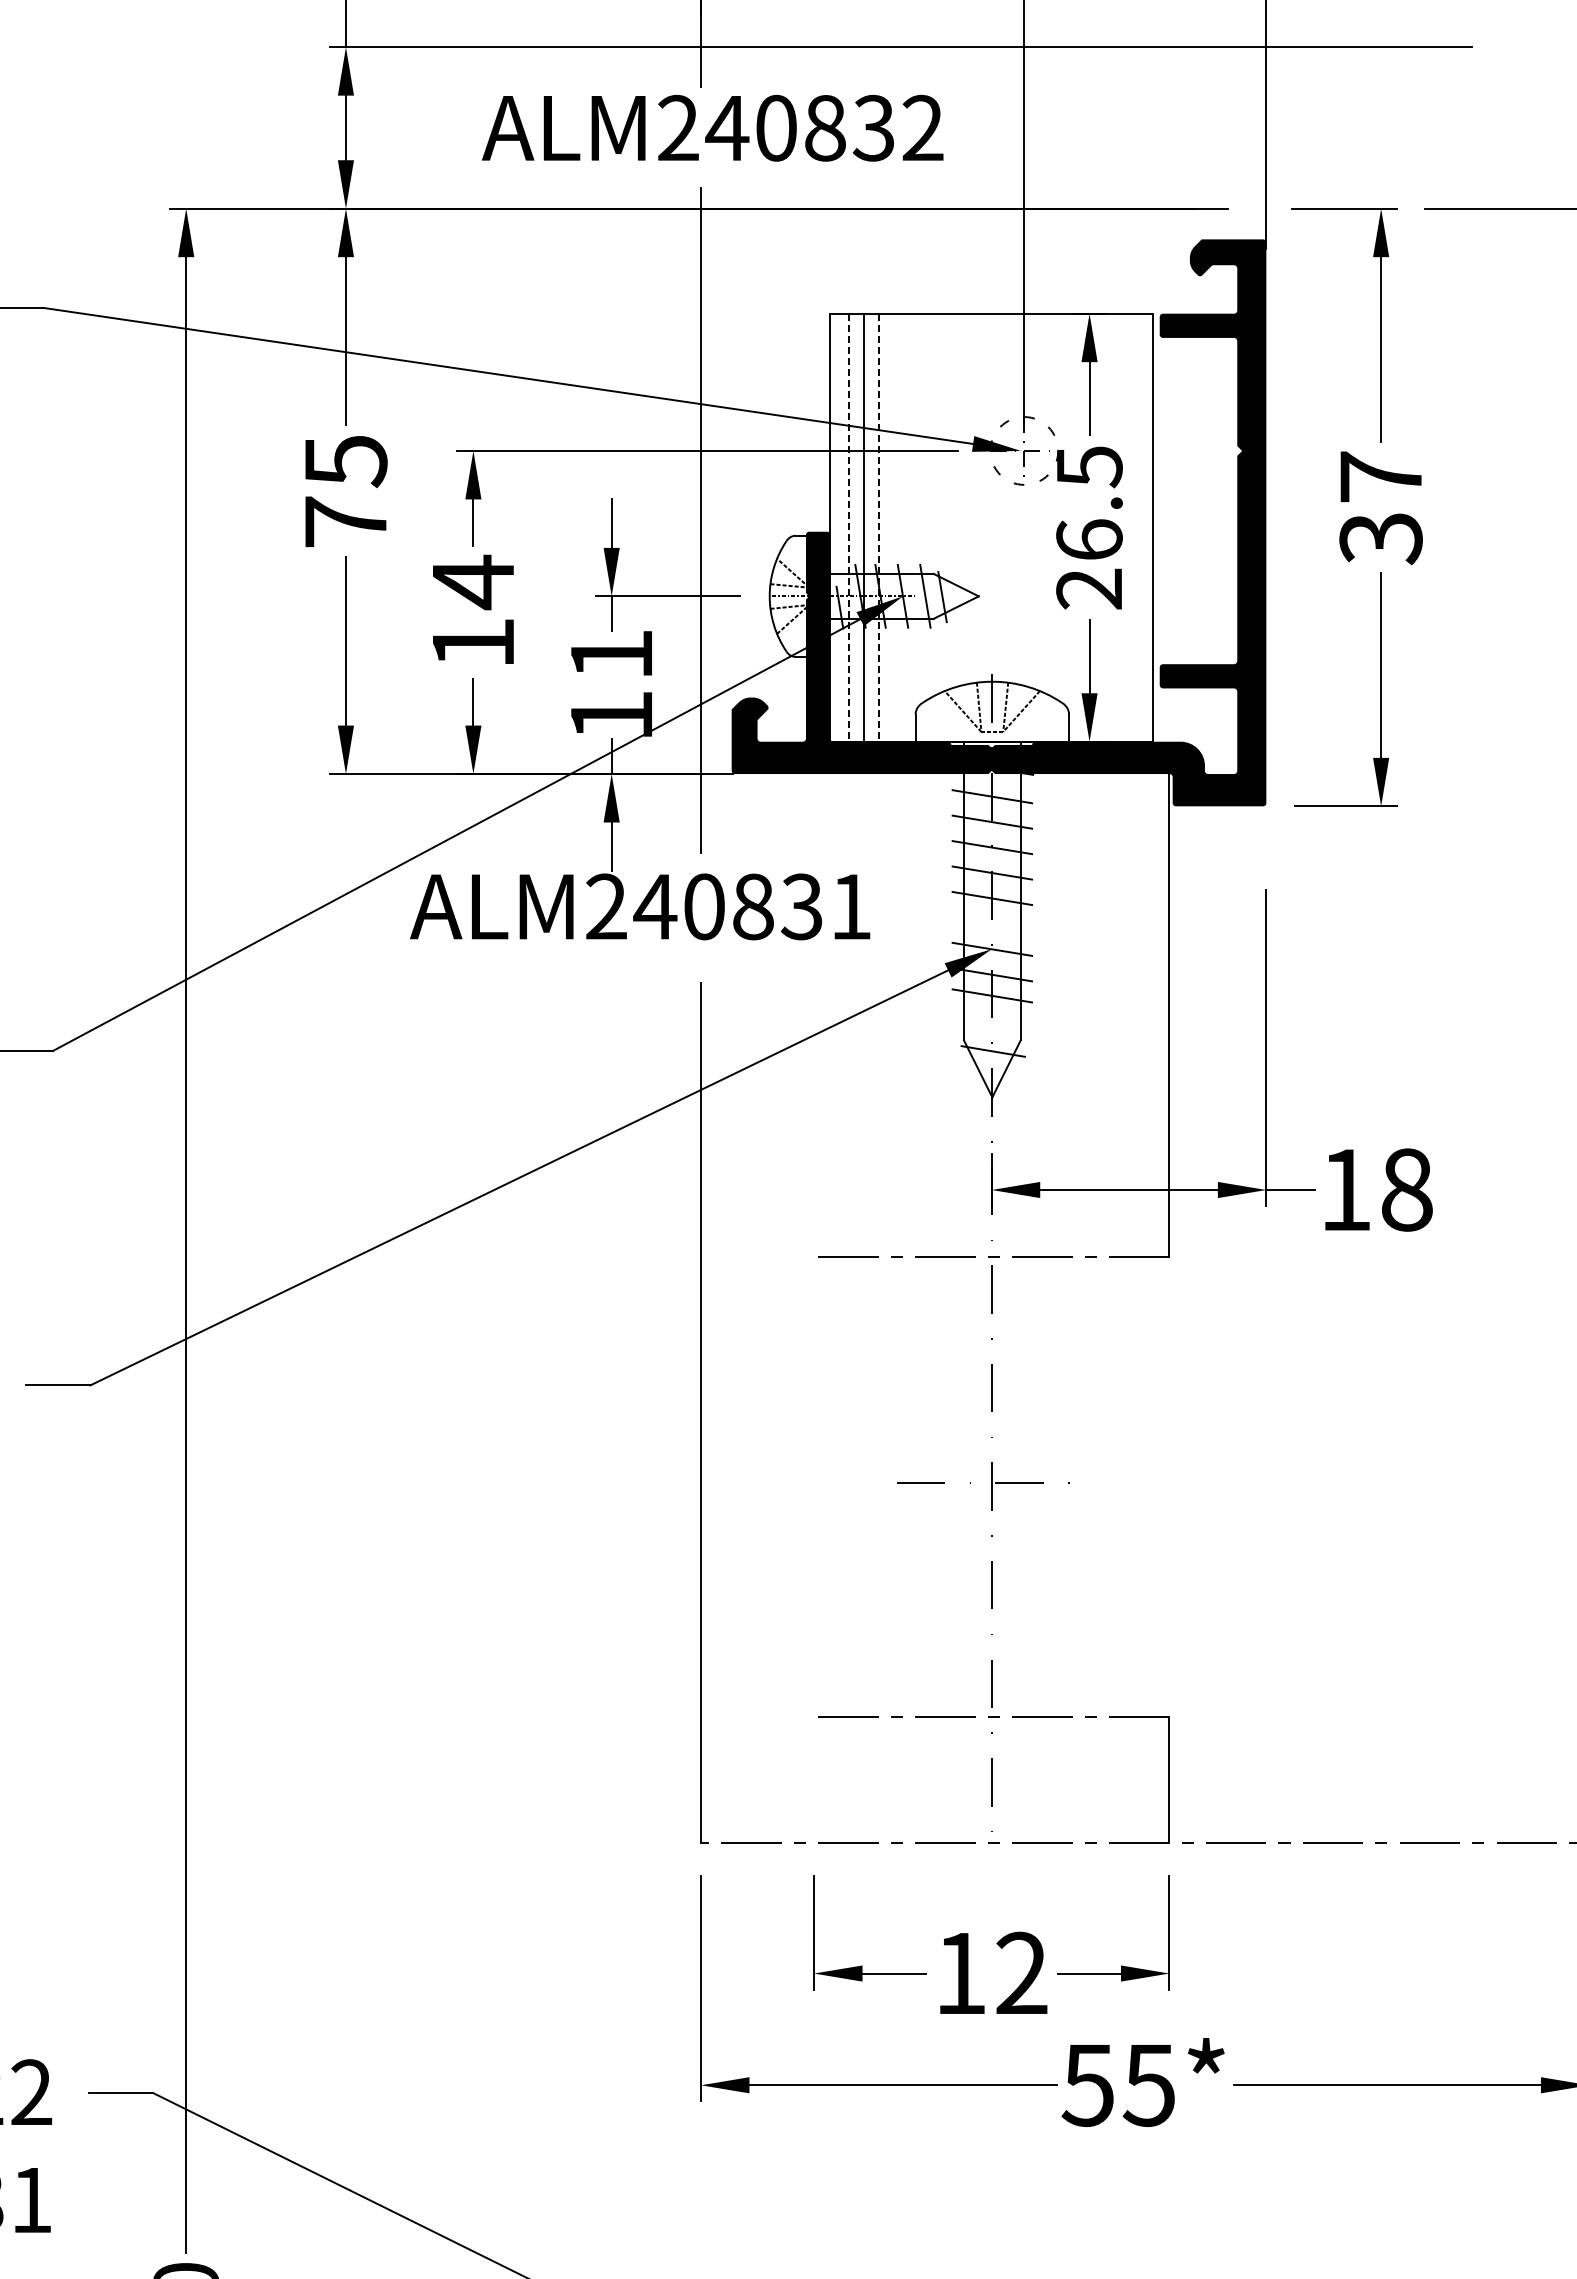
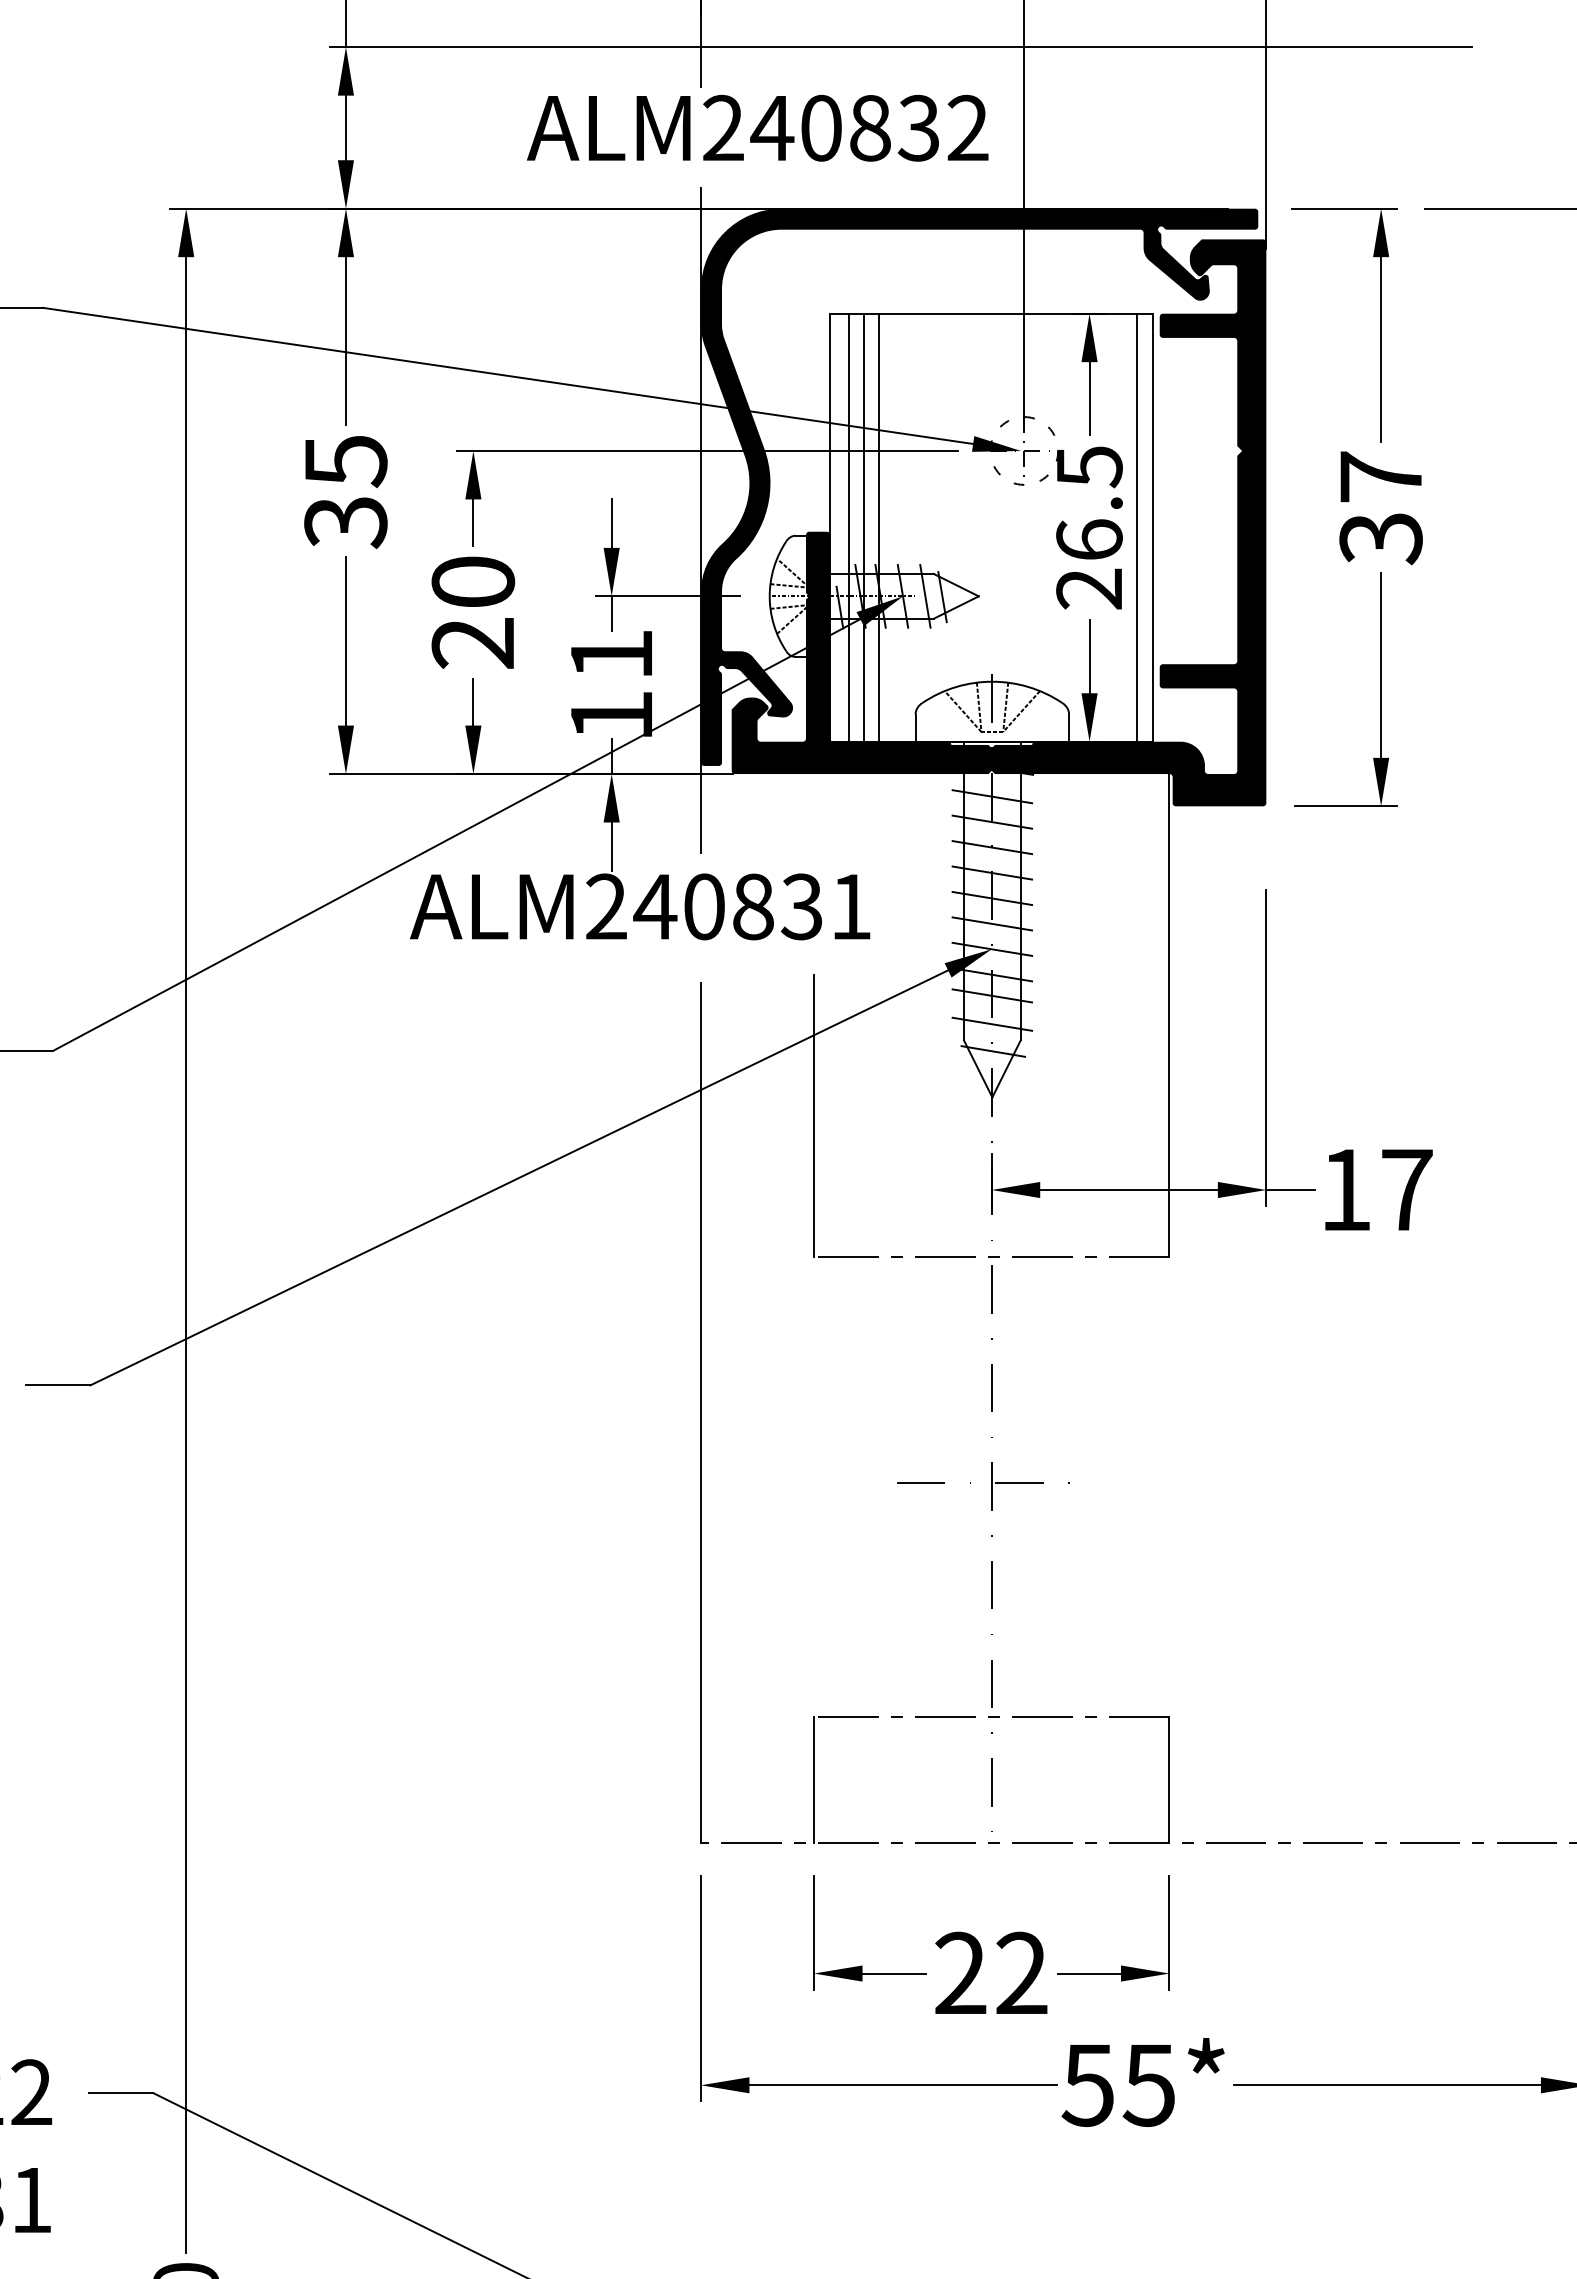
text at (712, 127) position: (712, 127) -> (757, 127)
fill at (979, 486): none -> present
text at (345, 522): 75 -> 35
line at (1136, 527): none -> present
line at (848, 528): dashed -> solid
line at (878, 528): dashed -> solid
text at (473, 611): 14 -> 20
line at (992, 923): none -> present
line at (992, 1023): none -> present
line at (814, 1115): none -> present
text at (1407, 1189): 18 -> 17
line at (814, 1779): none -> present
text at (960, 1972): 12 -> 22
